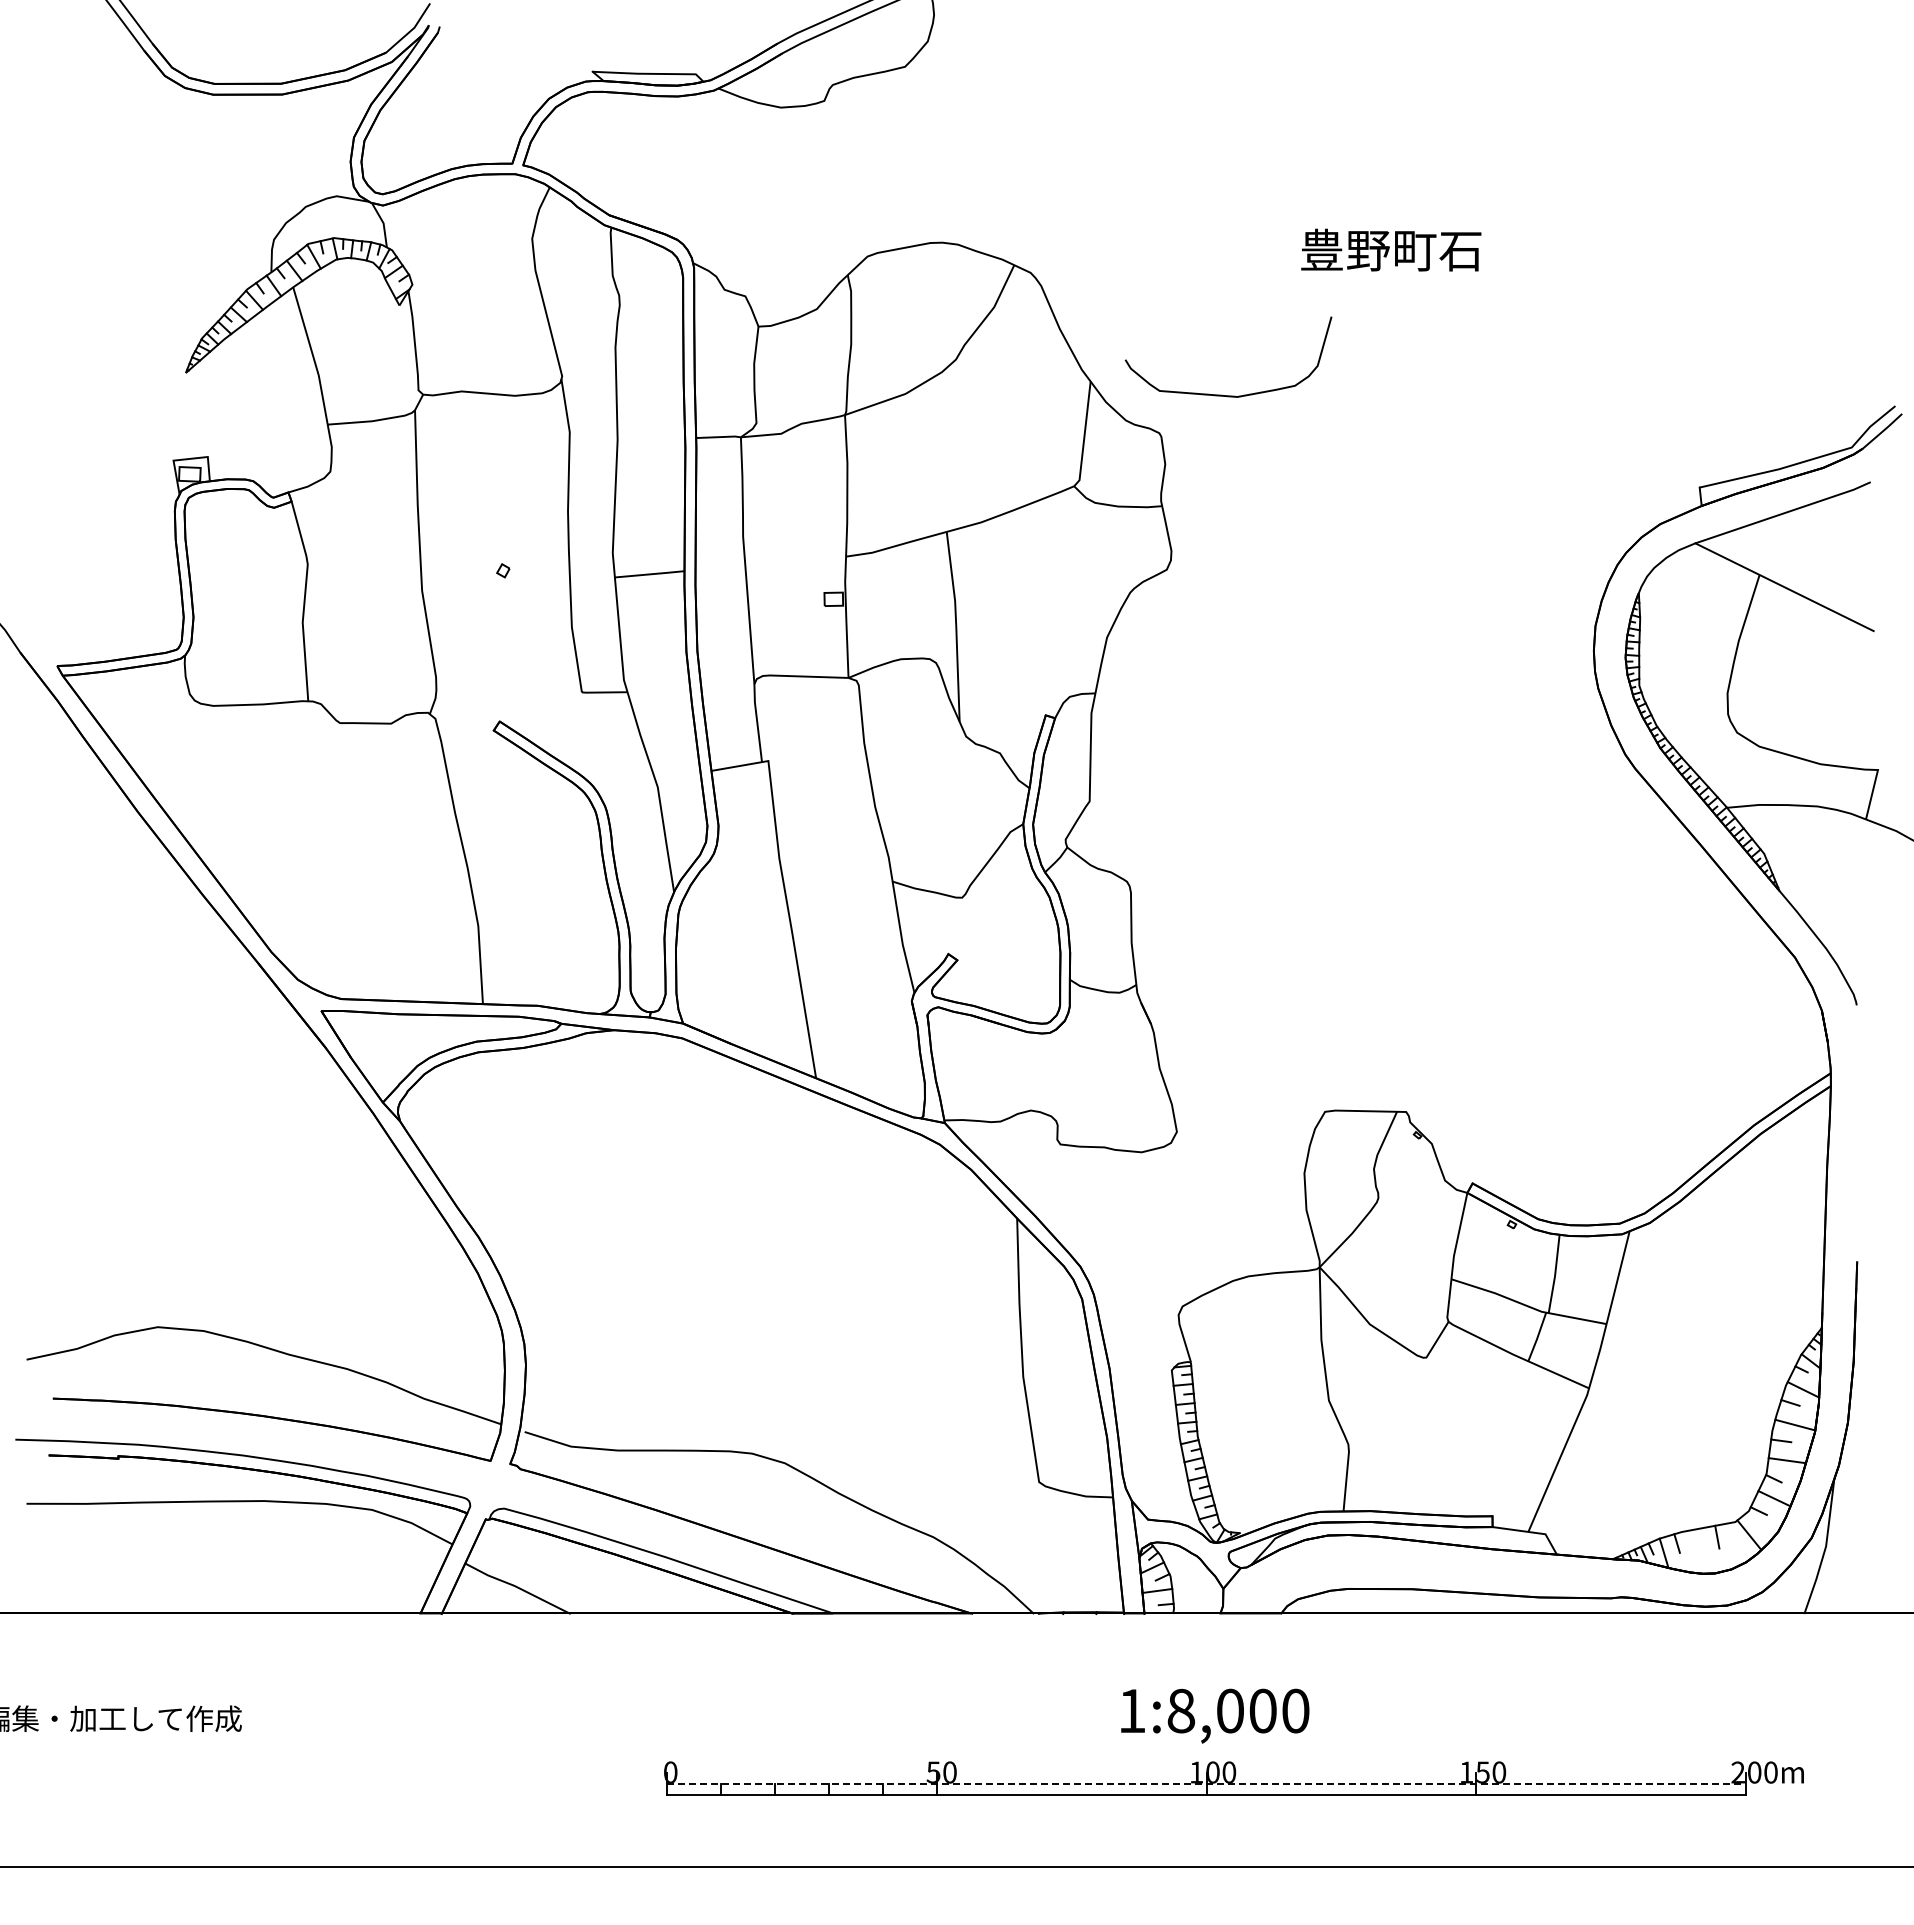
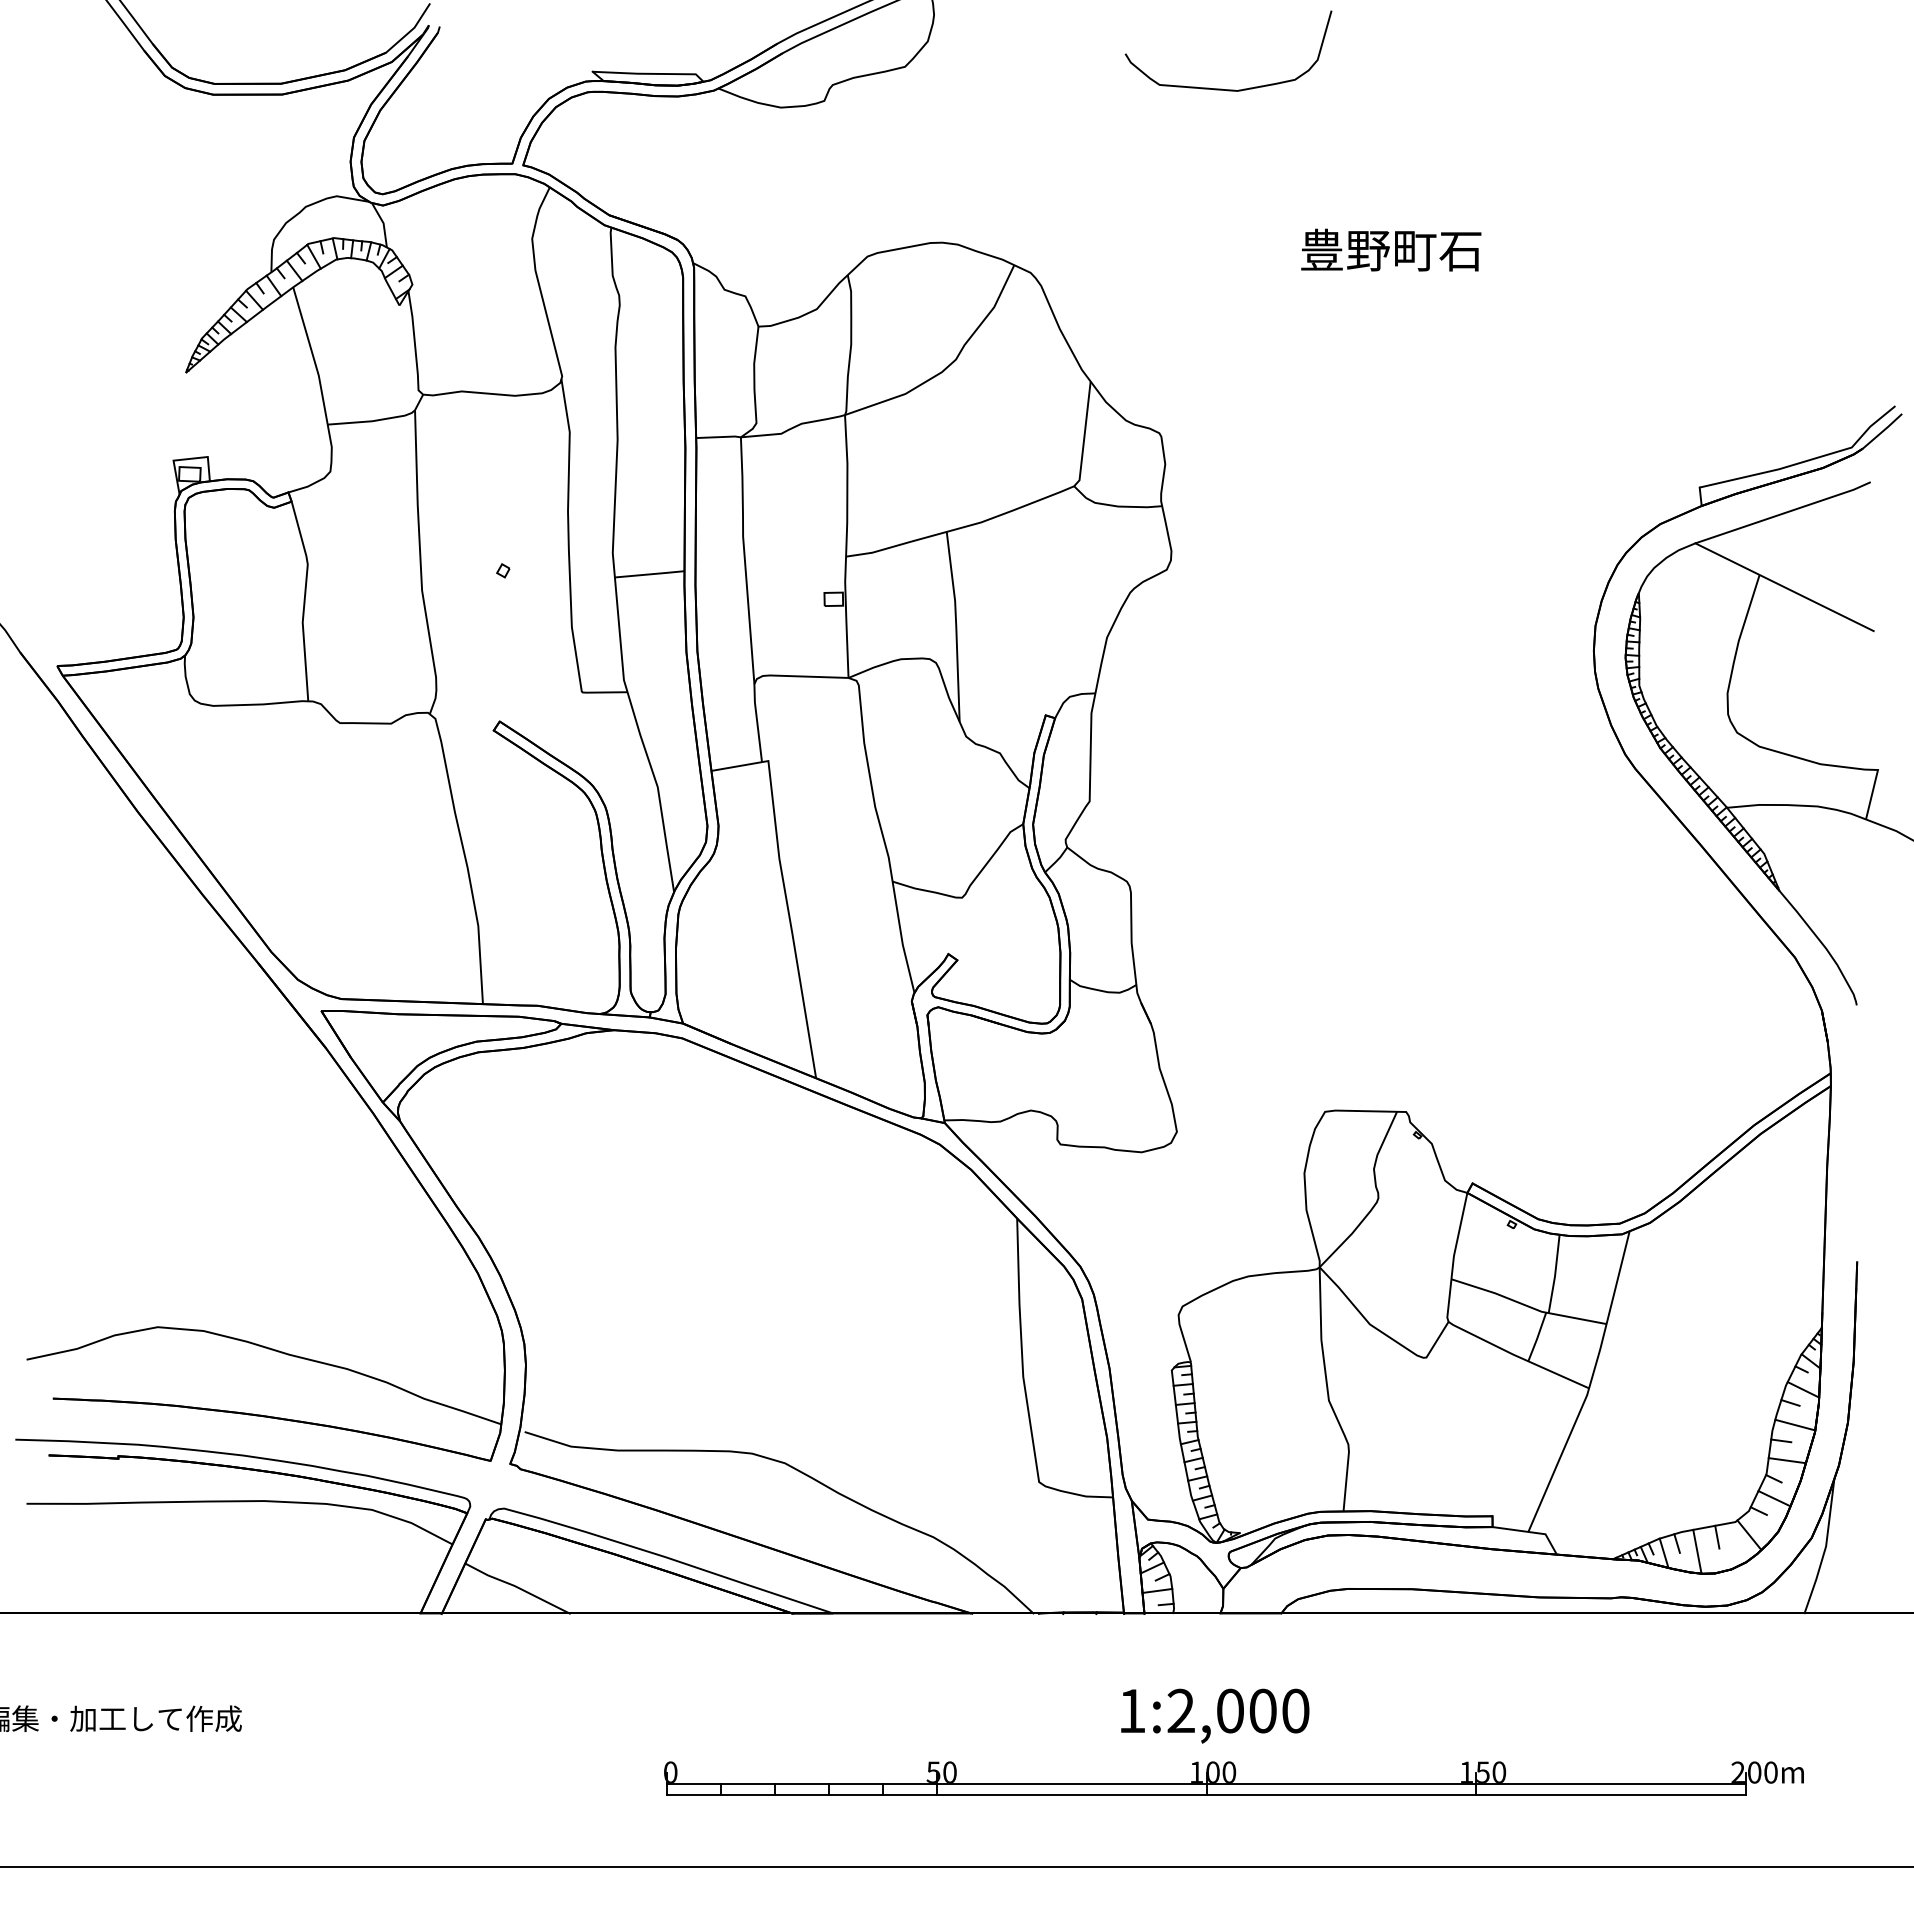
curve at (1222, 394) position: (1222, 394) -> (1222, 88)
line at (1697, 1551): none -> present
text at (1181, 1710): 1:8,000 -> 1:2,000
line at (1206, 1784): dashed -> solid
